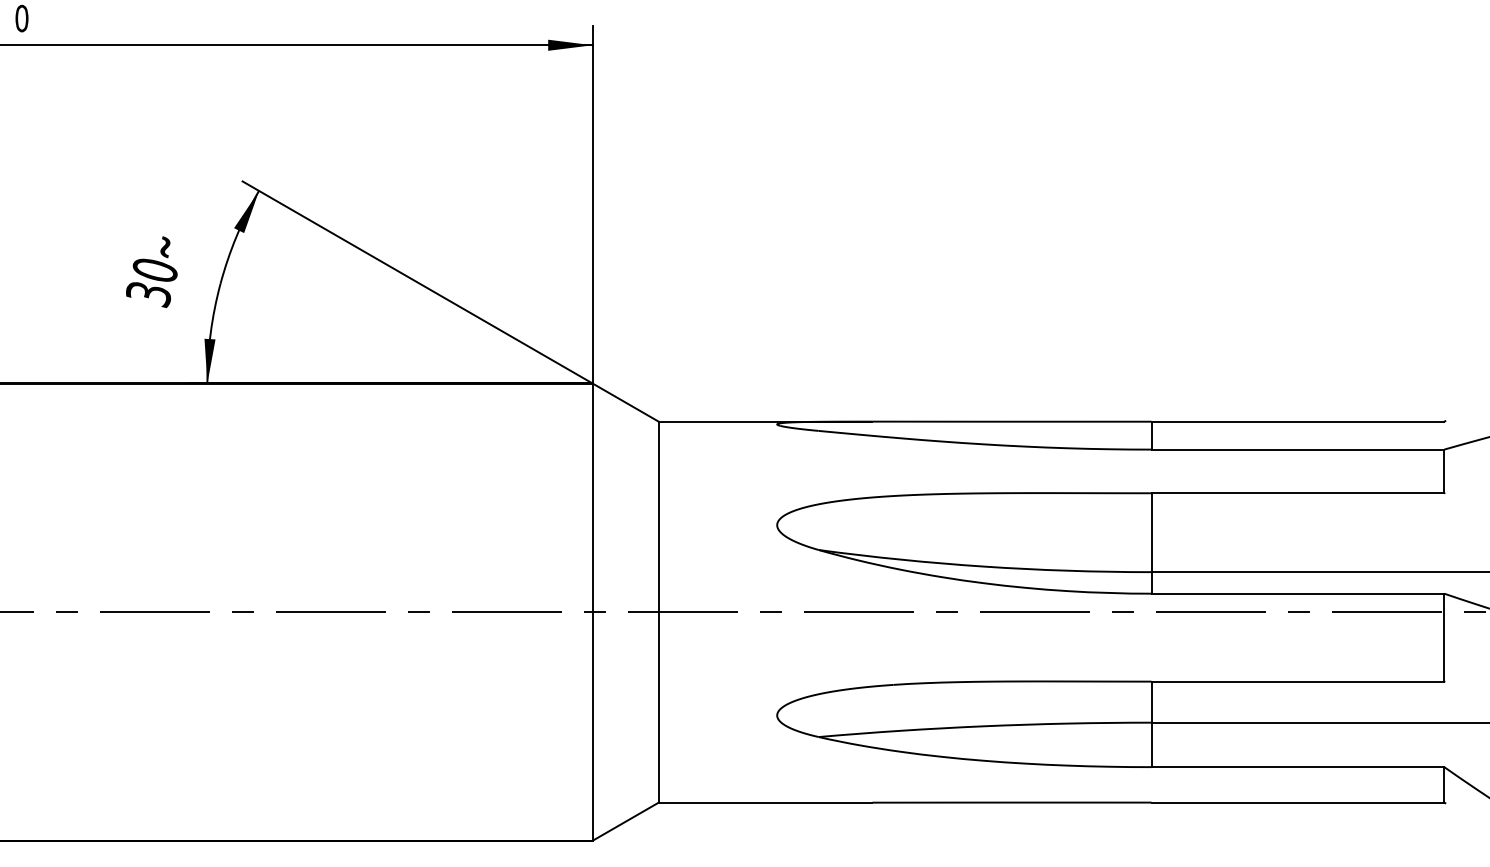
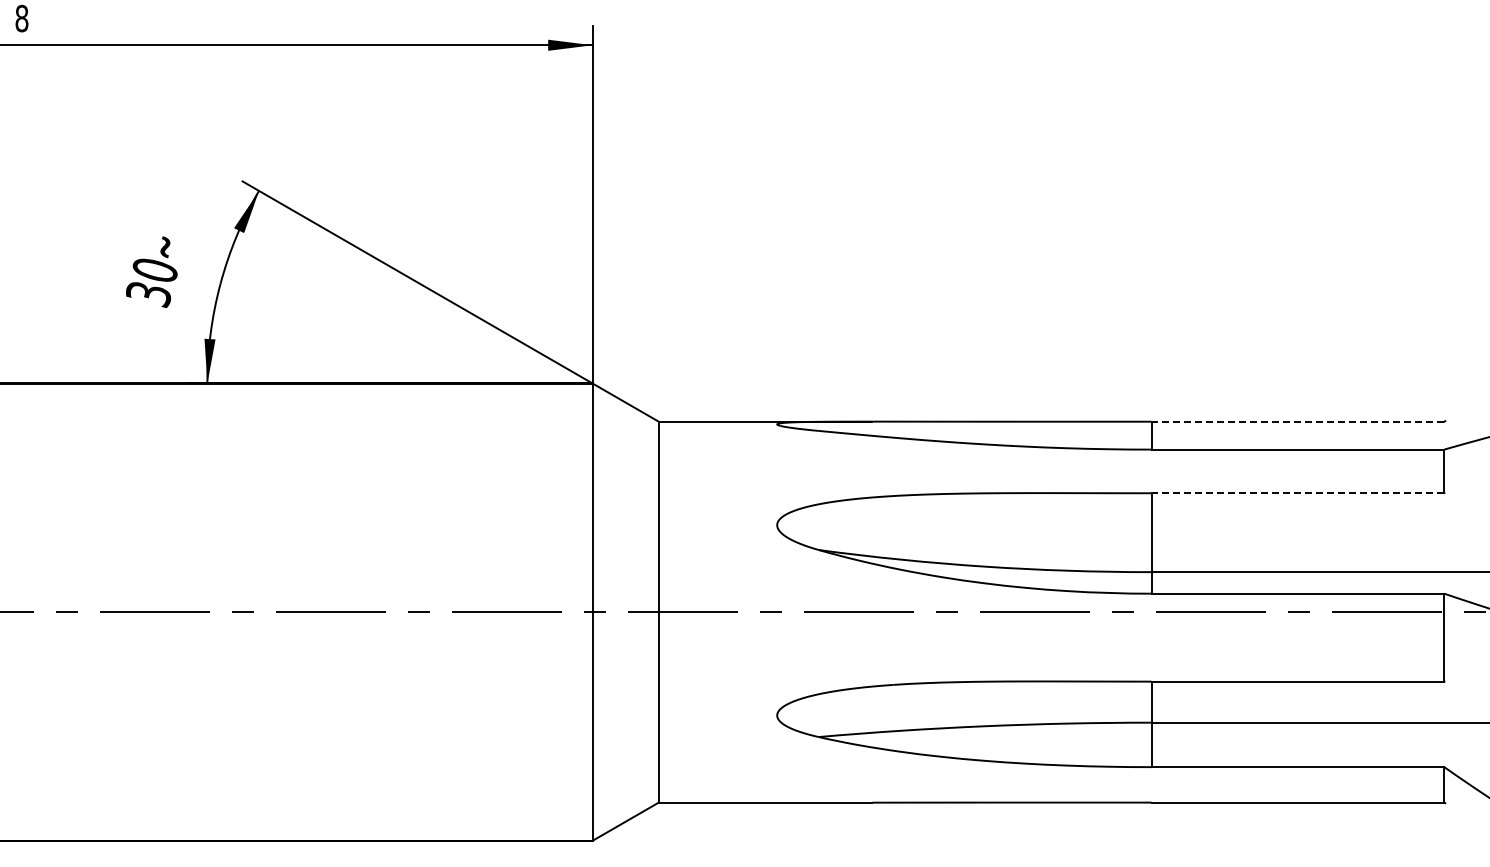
text at (21, 18): 0 -> 8
line at (1297, 421): solid -> dashed
line at (1297, 493): solid -> dashed
